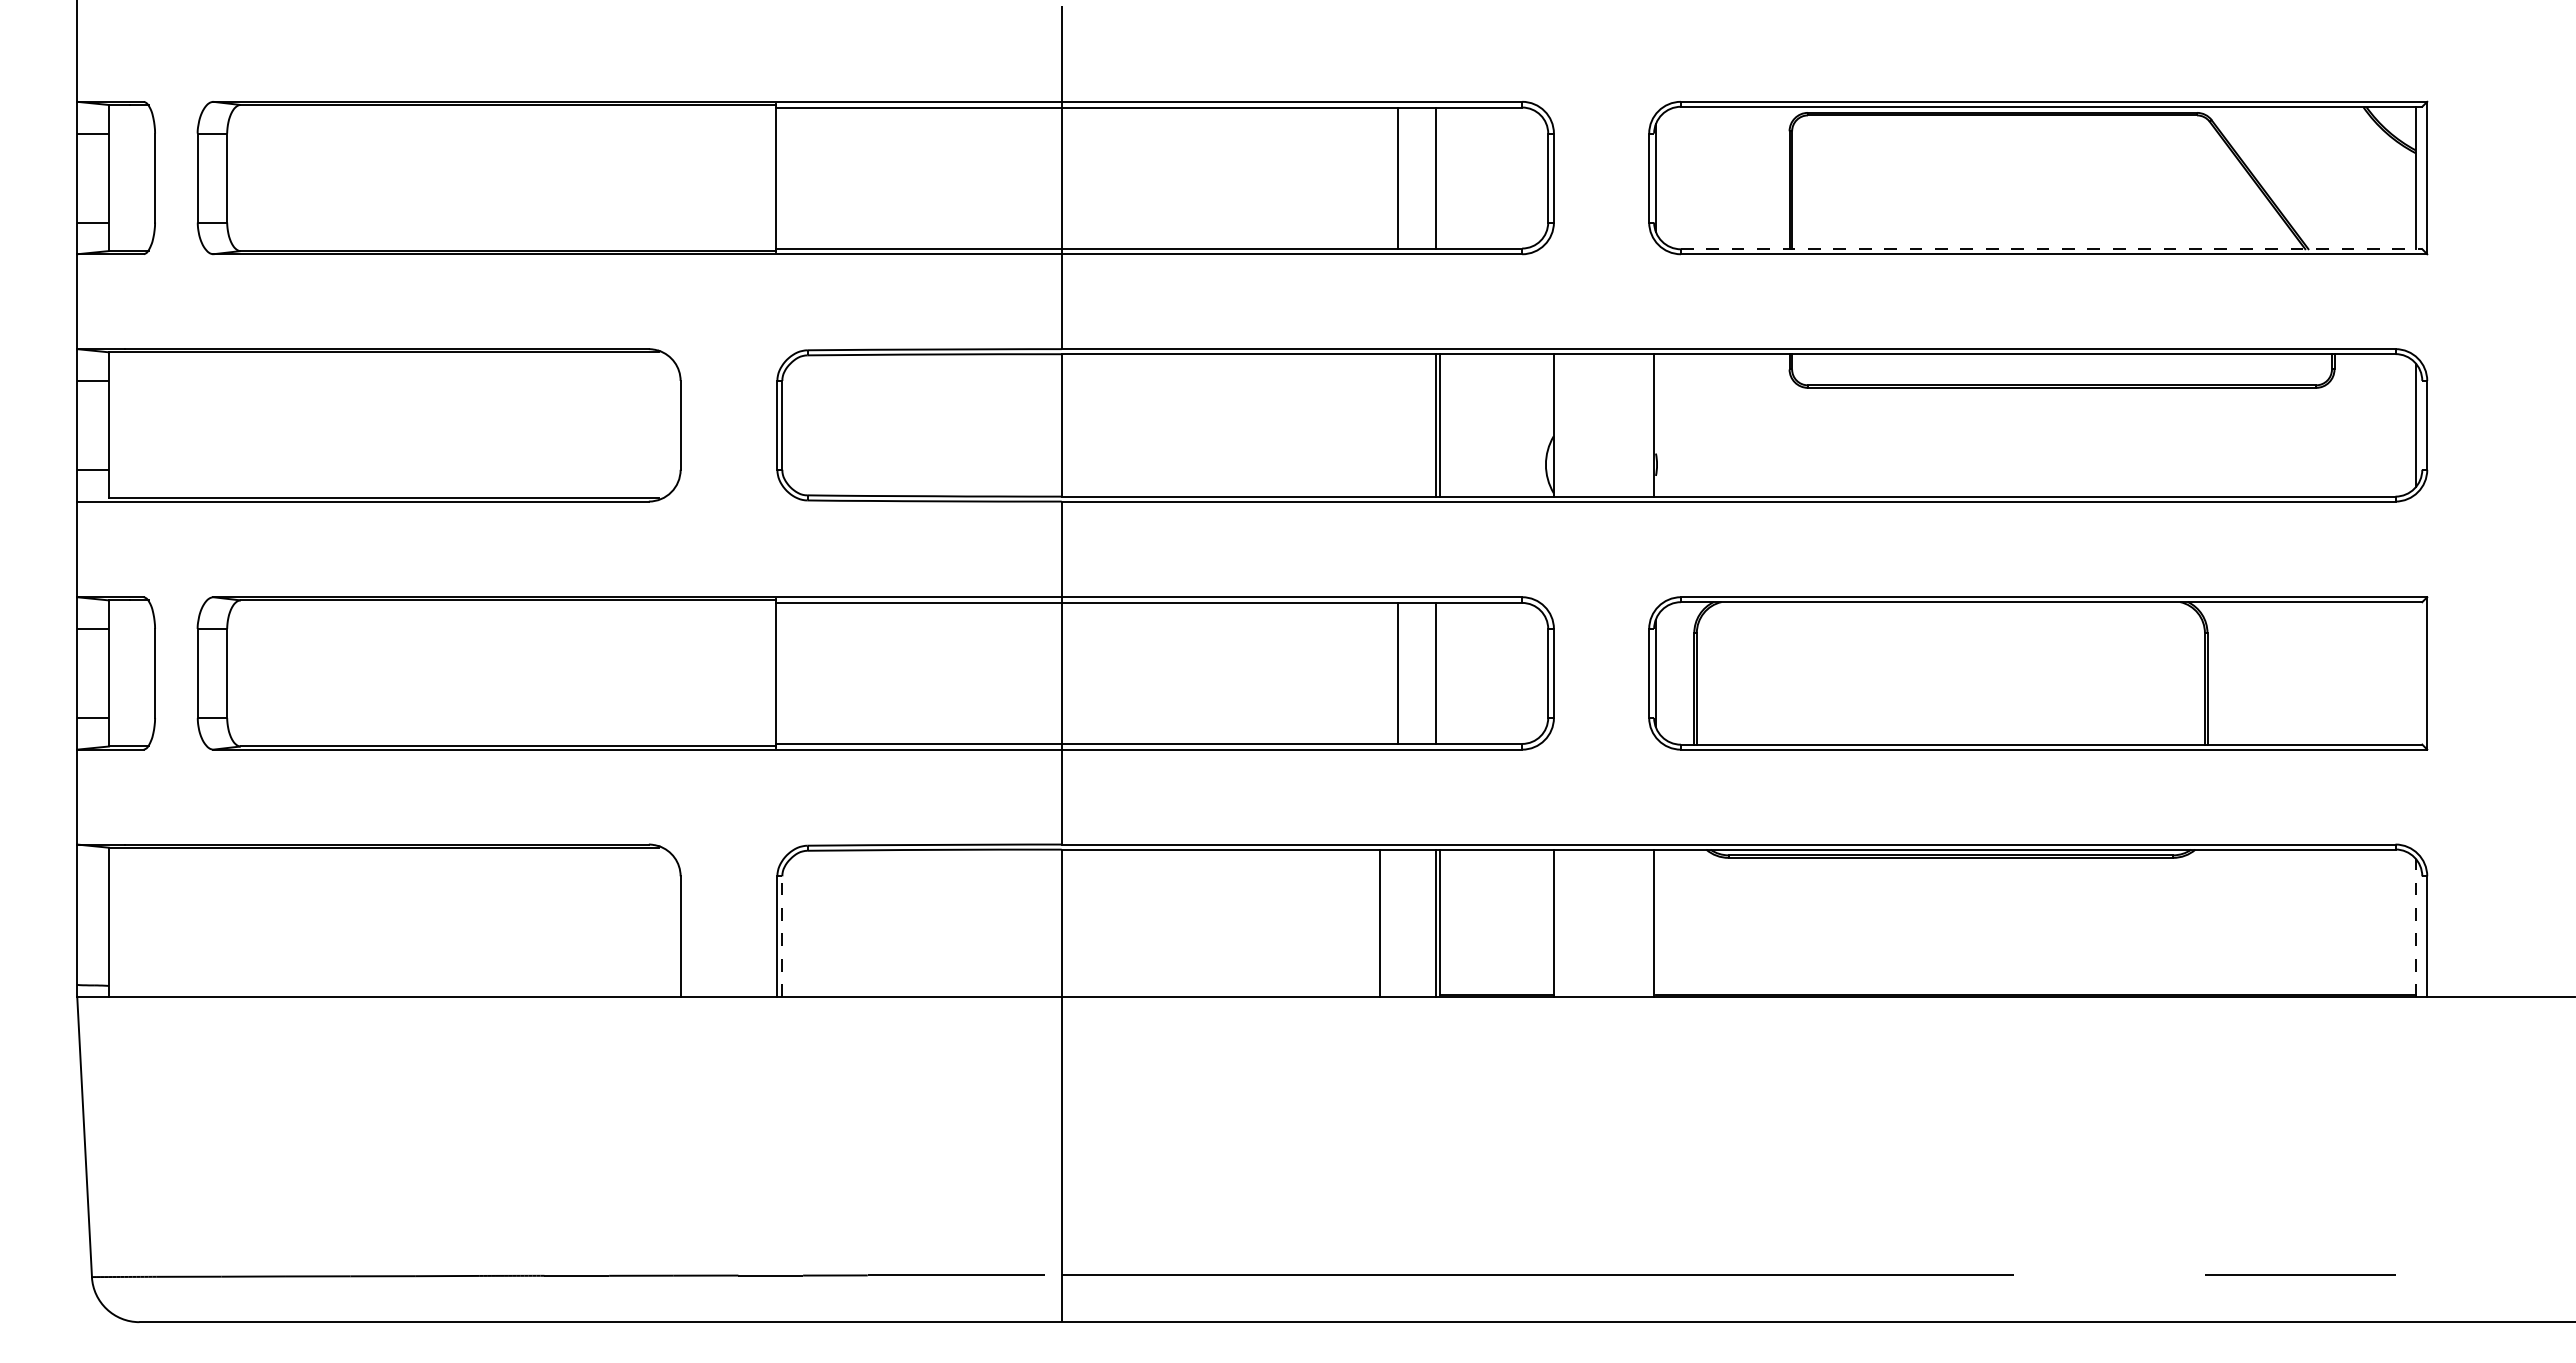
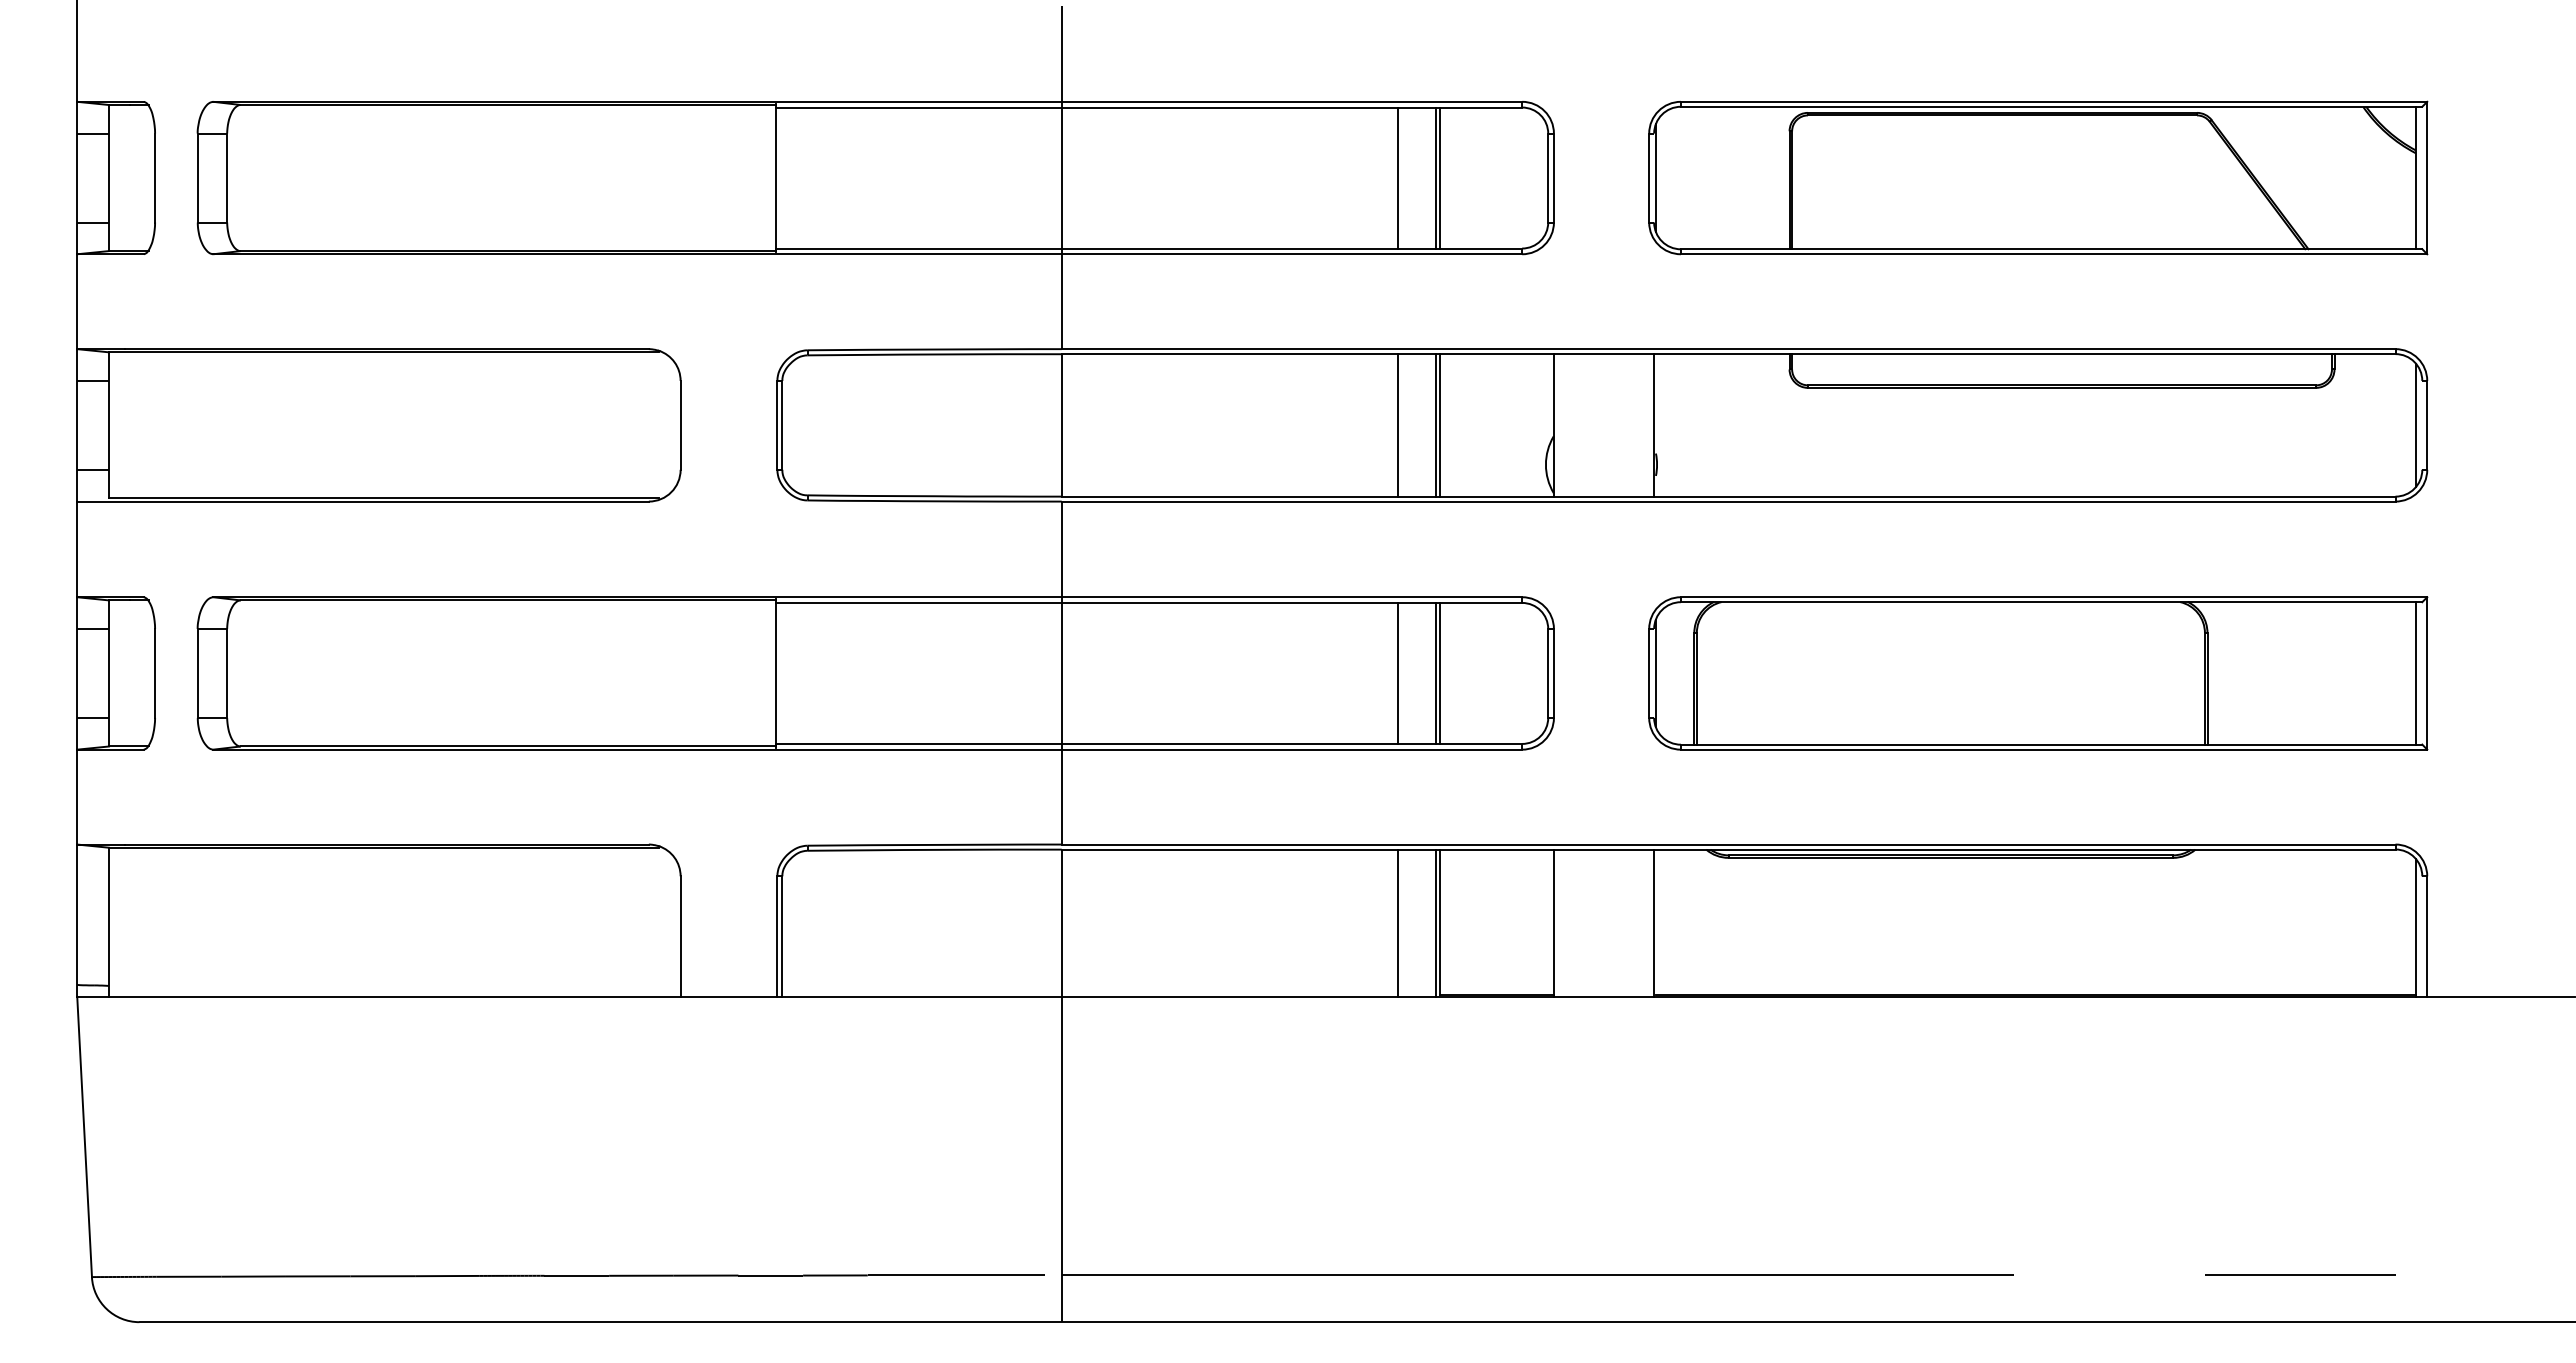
line at (1439, 177): none -> present
line at (2051, 249): dashed -> solid
line at (1398, 425): none -> present
line at (1439, 672): none -> present
line at (2415, 673): none -> present
line at (1380, 922) position: (1380, 922) -> (1398, 922)
line at (2415, 927): dashed -> solid
line at (782, 936): dashed -> solid
